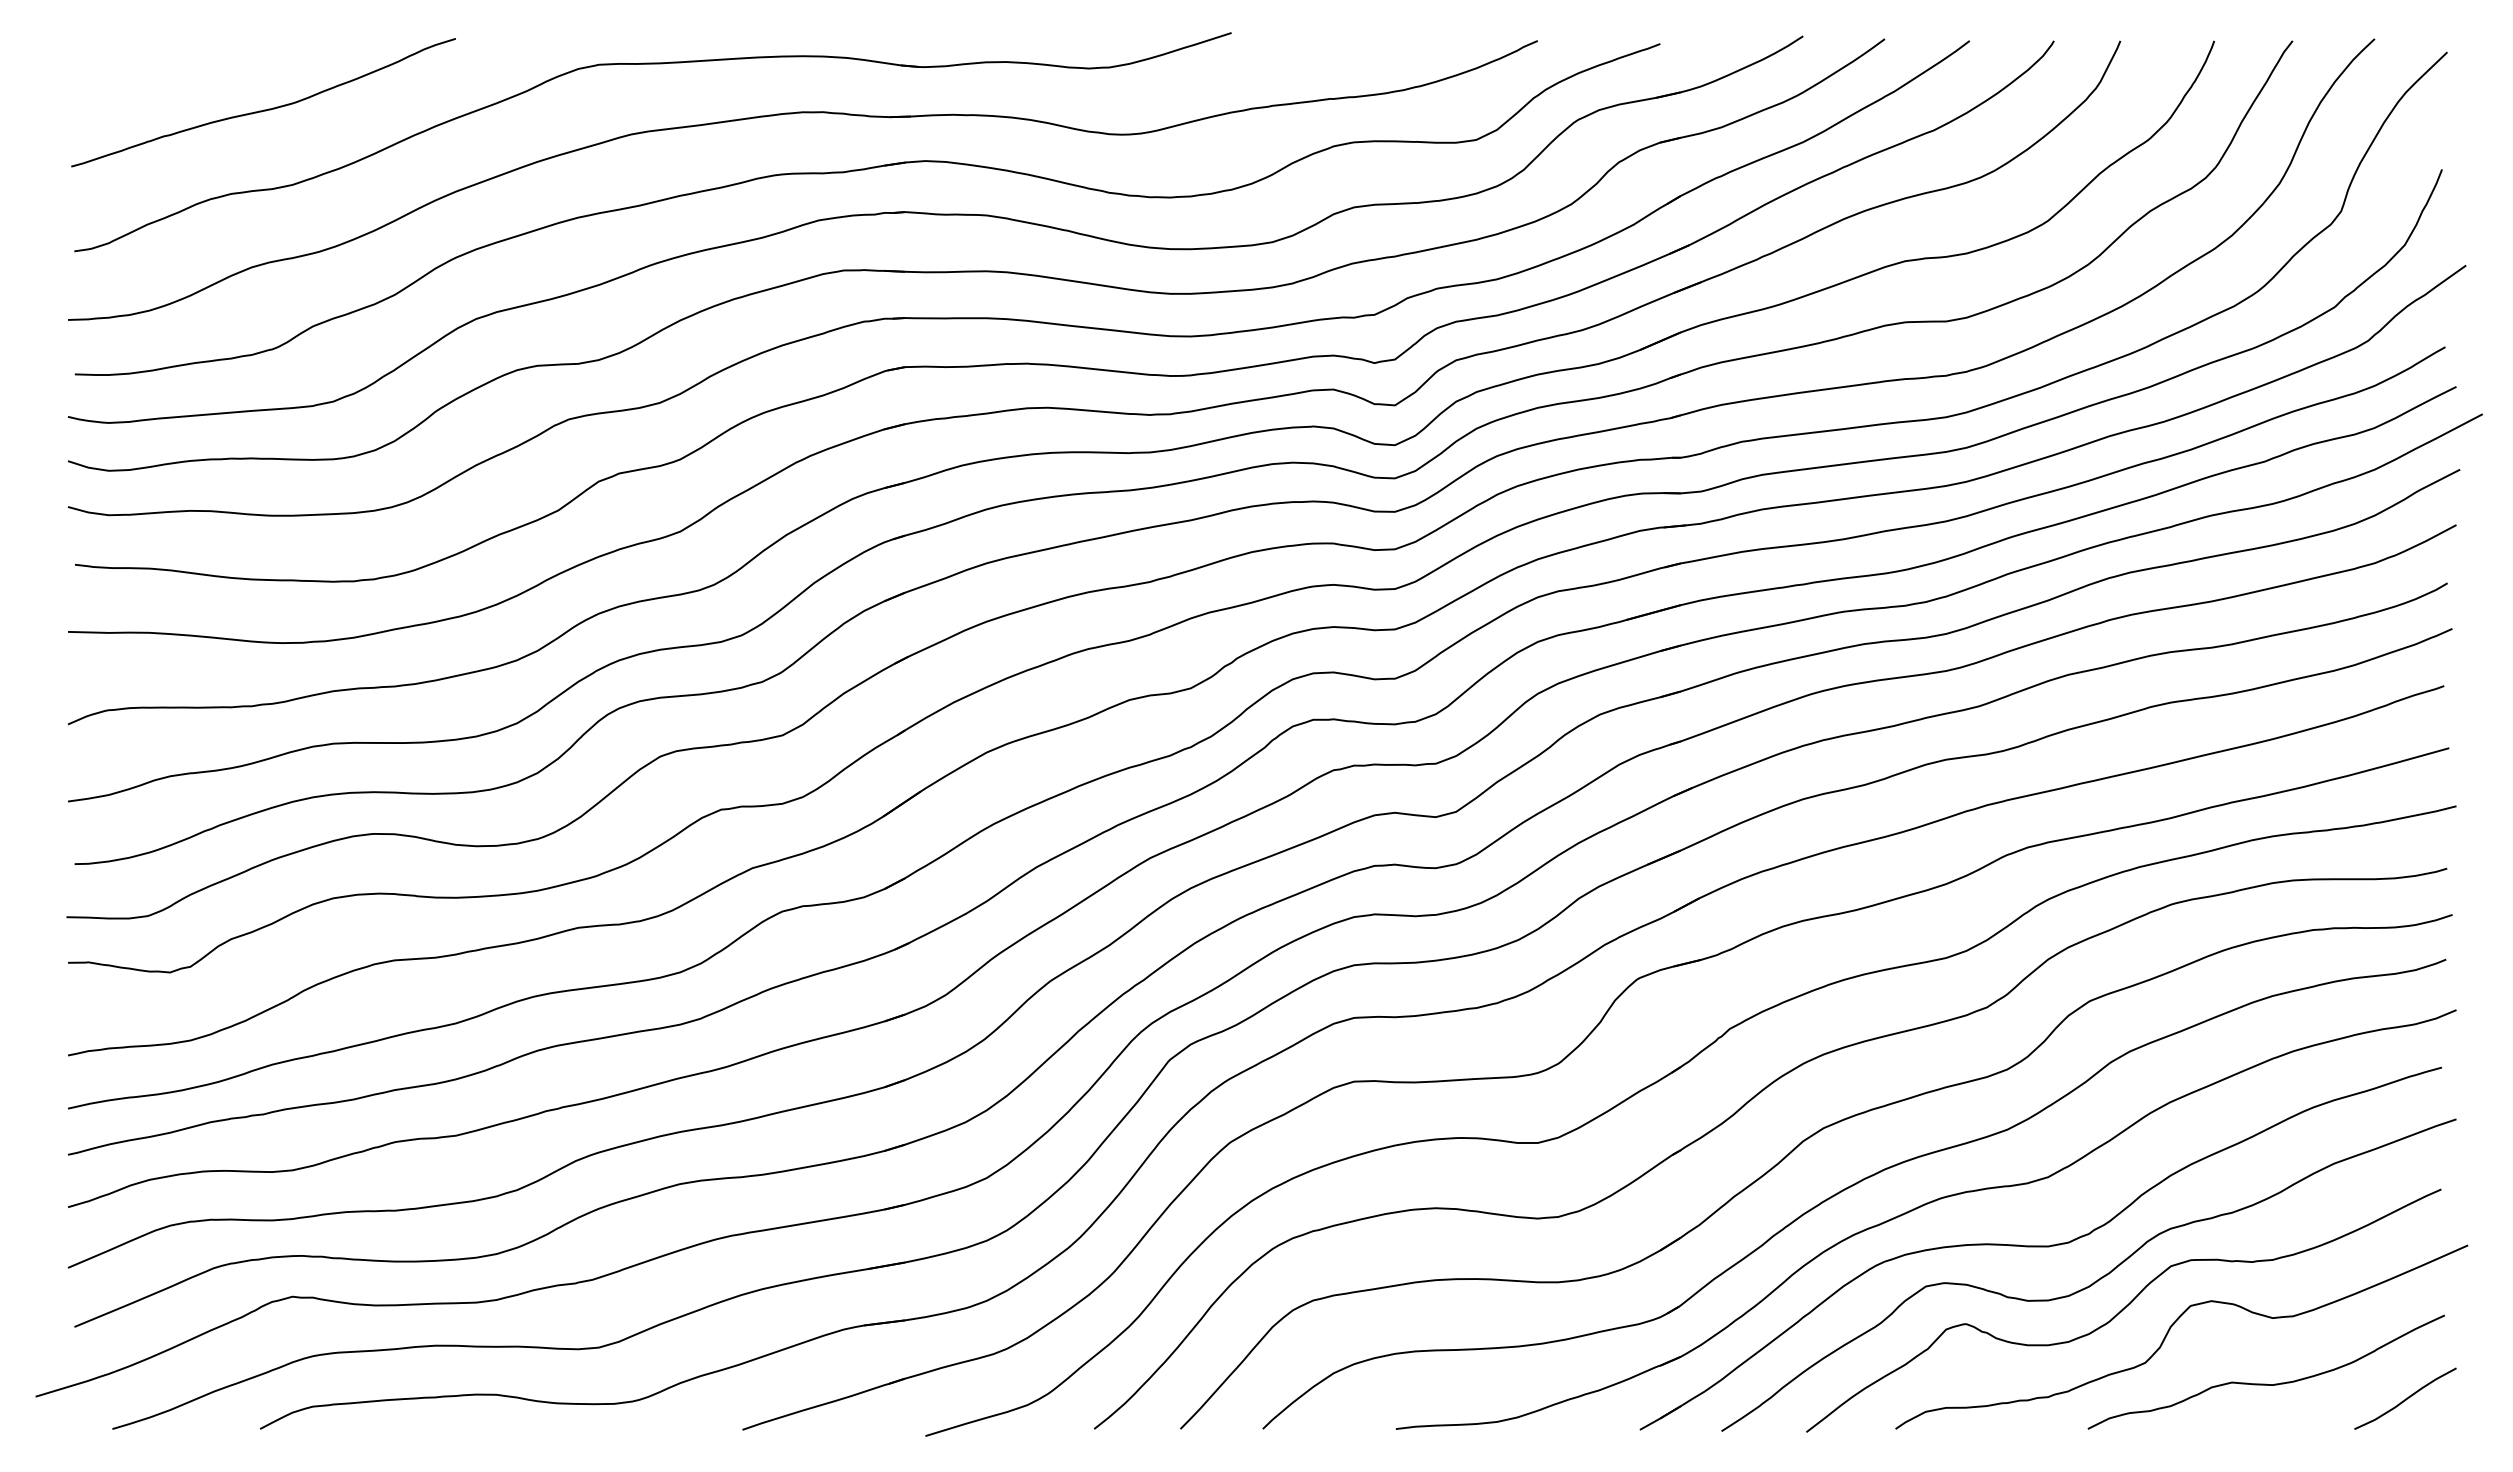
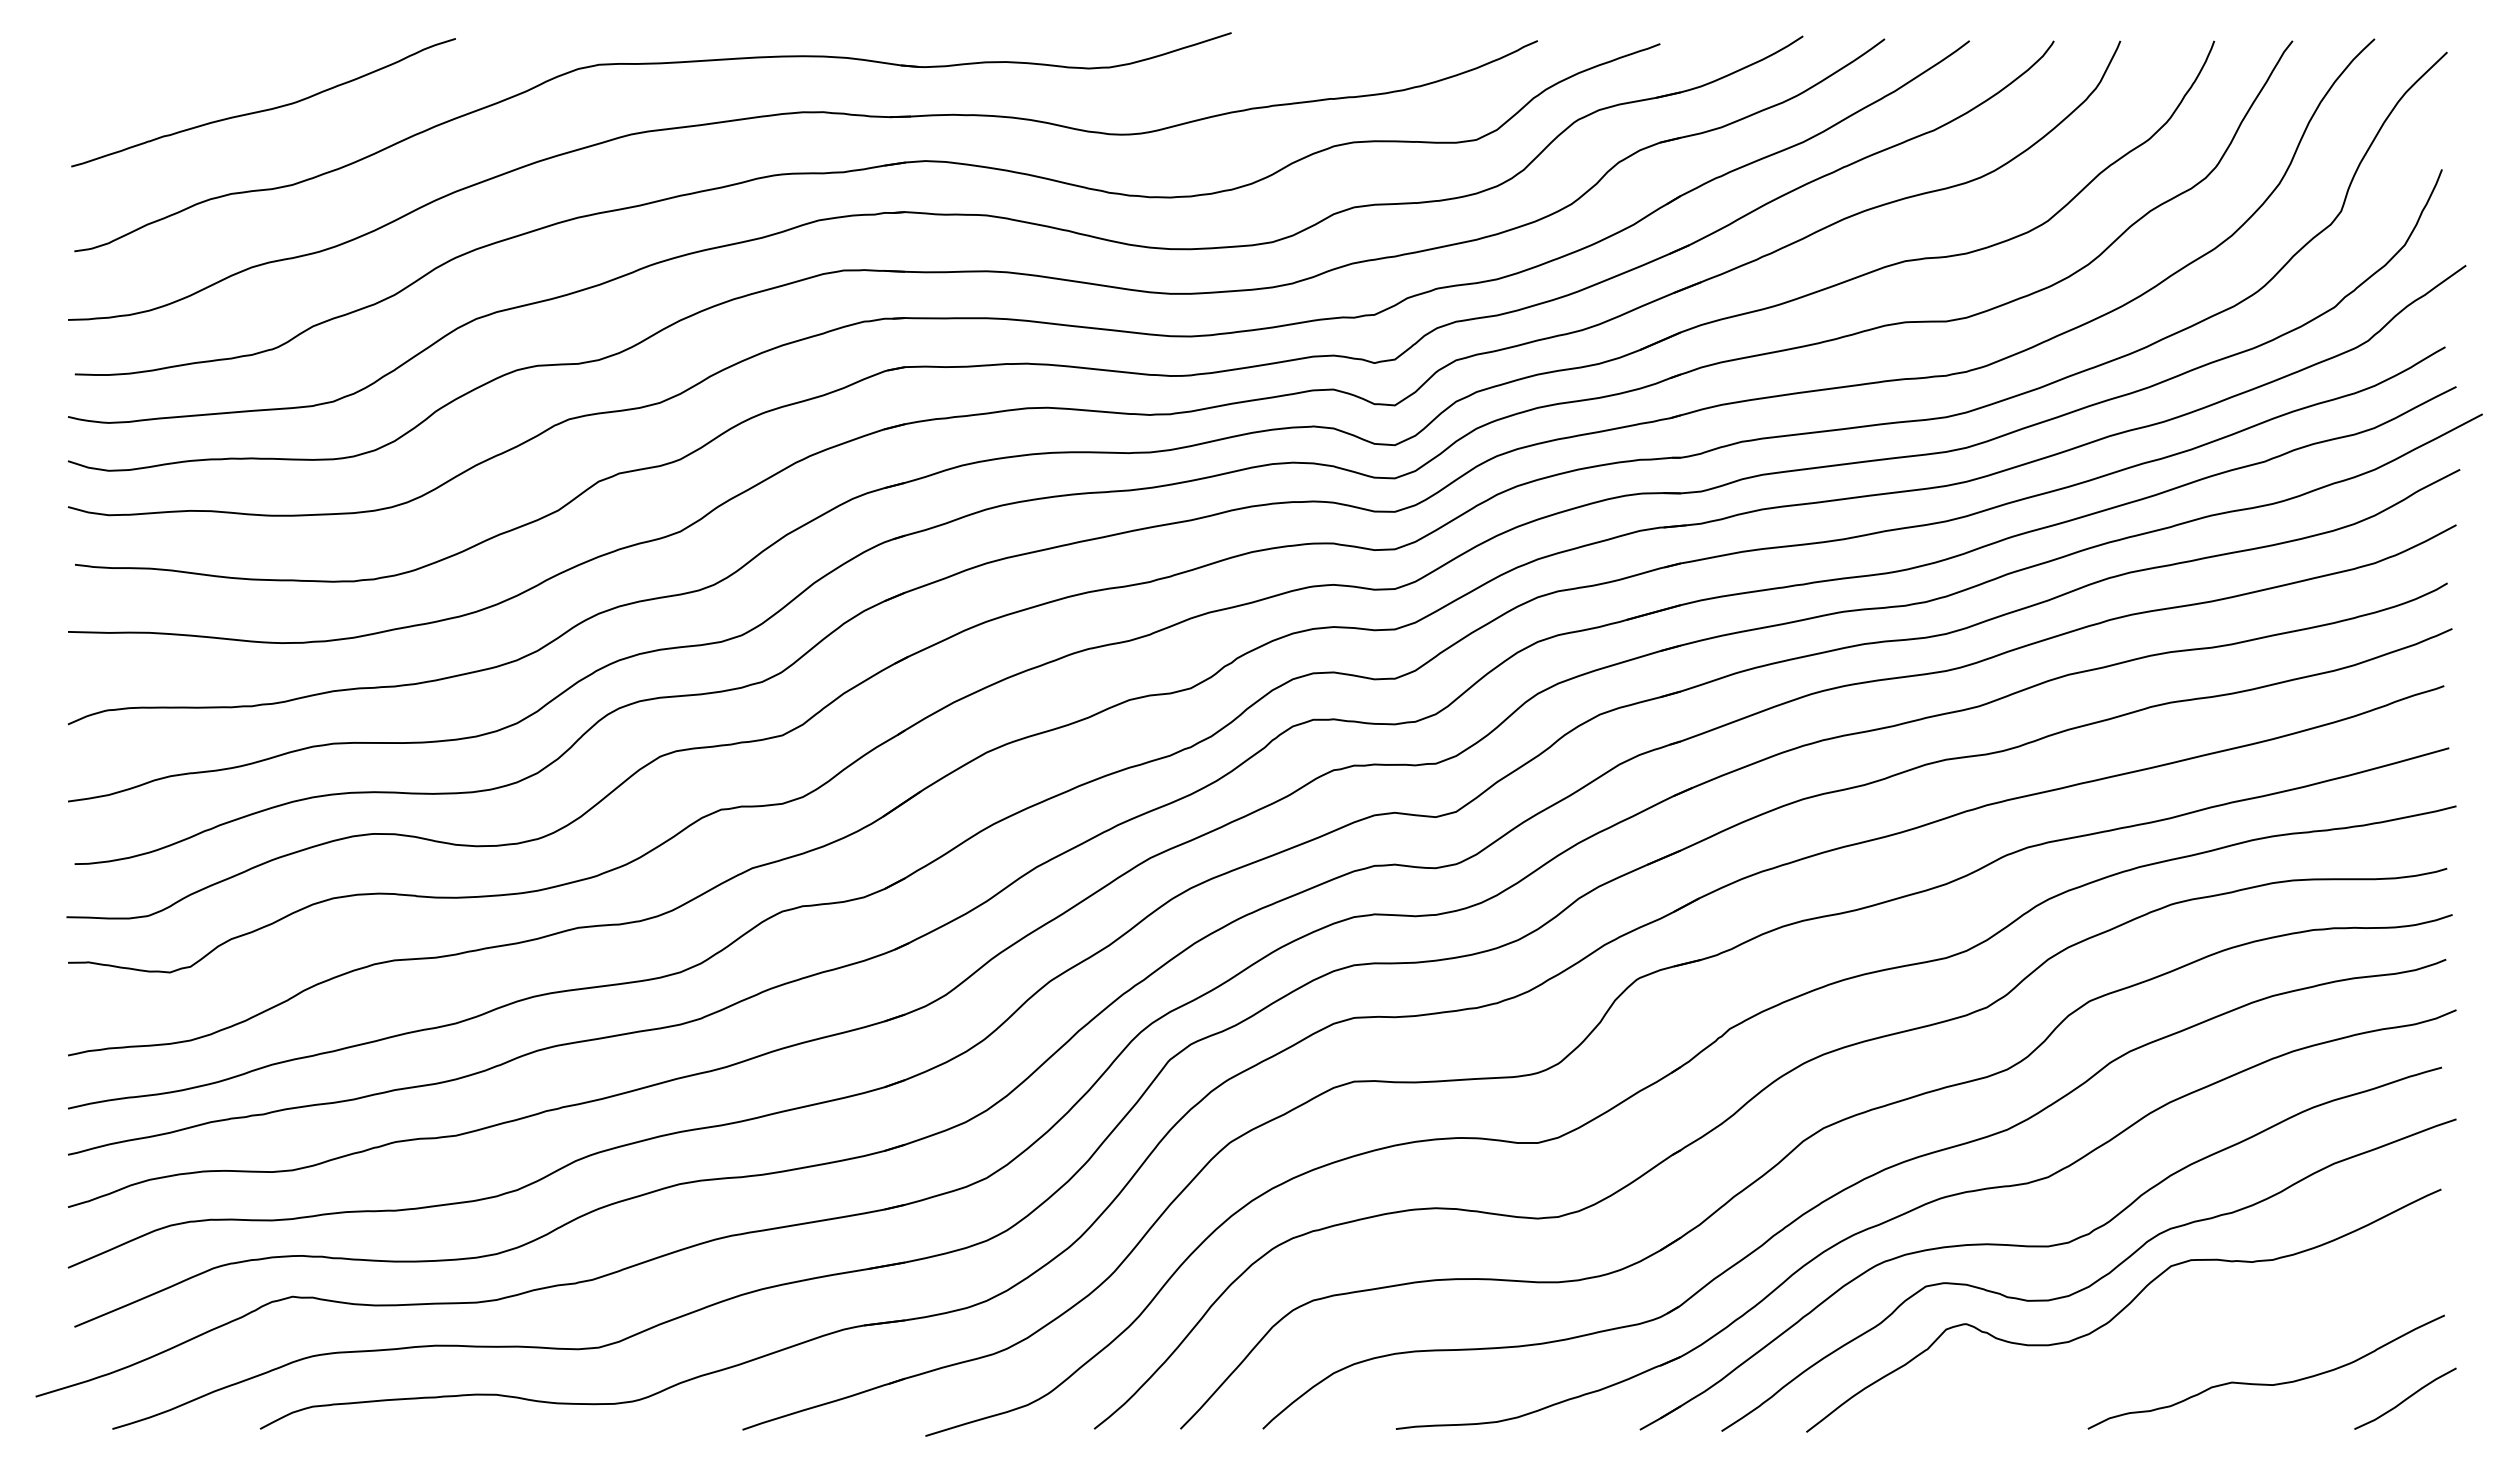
curve at (2169, 1331): present -> none
